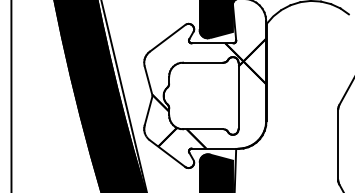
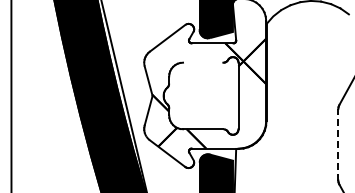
line at (203, 62): present -> none
line at (338, 144): solid -> dashed
